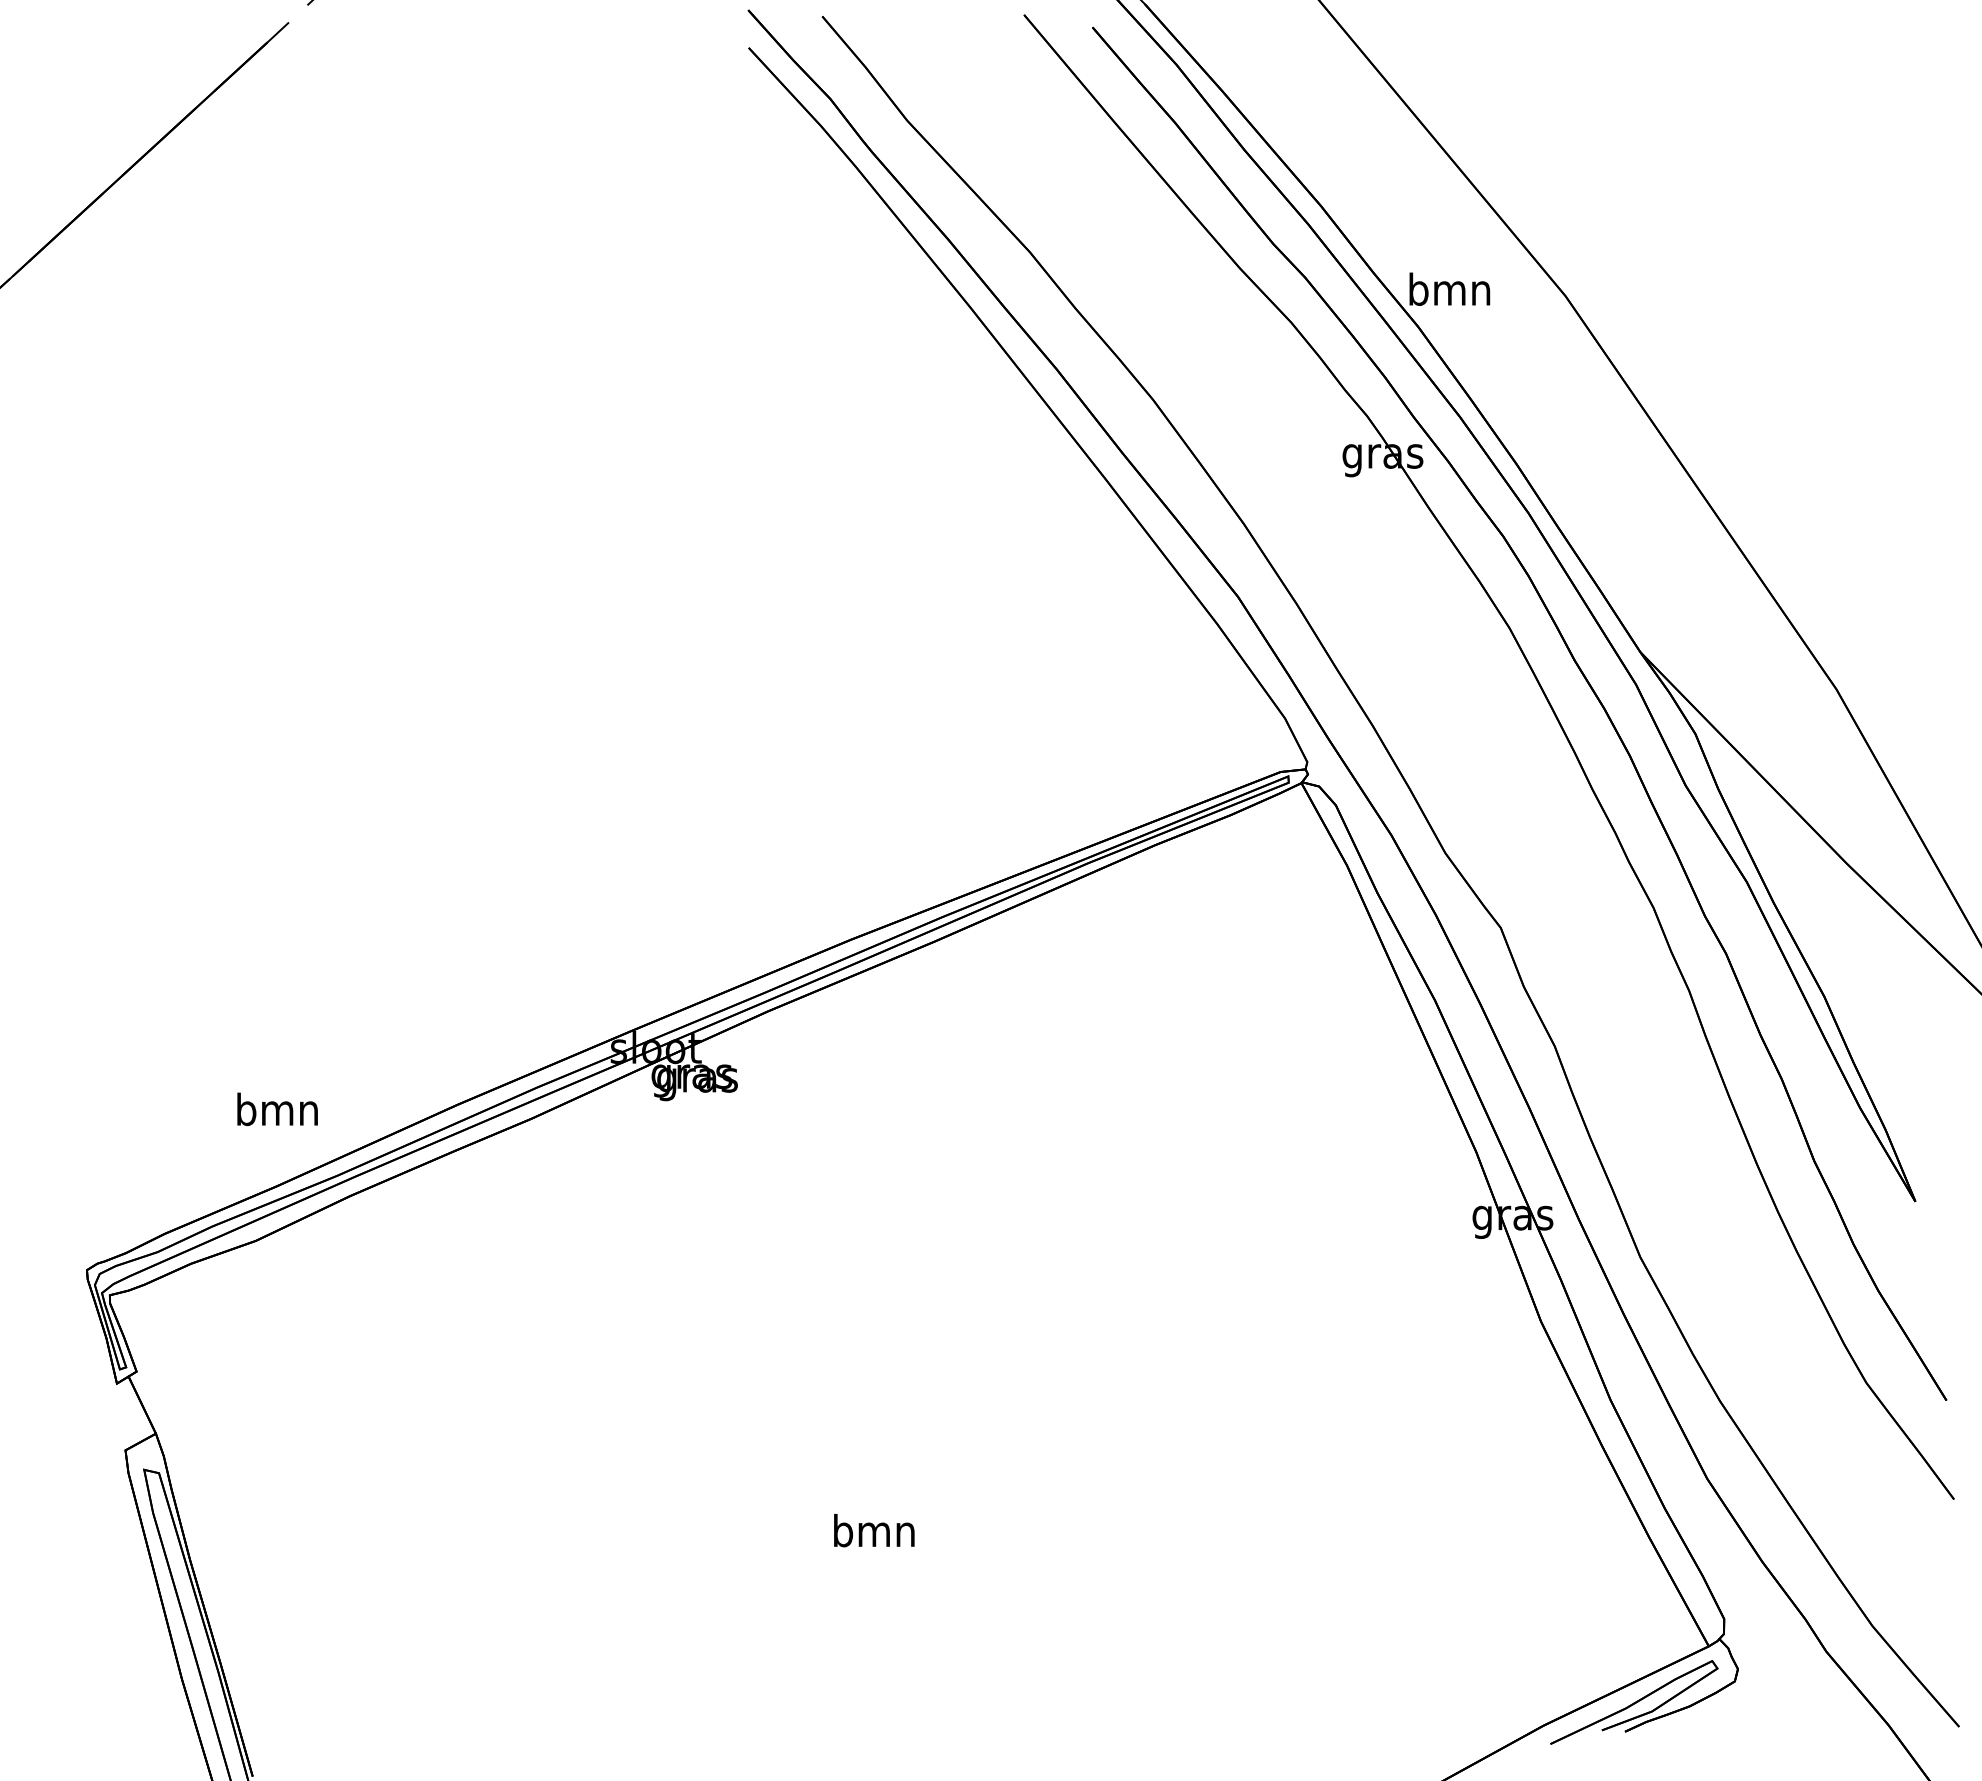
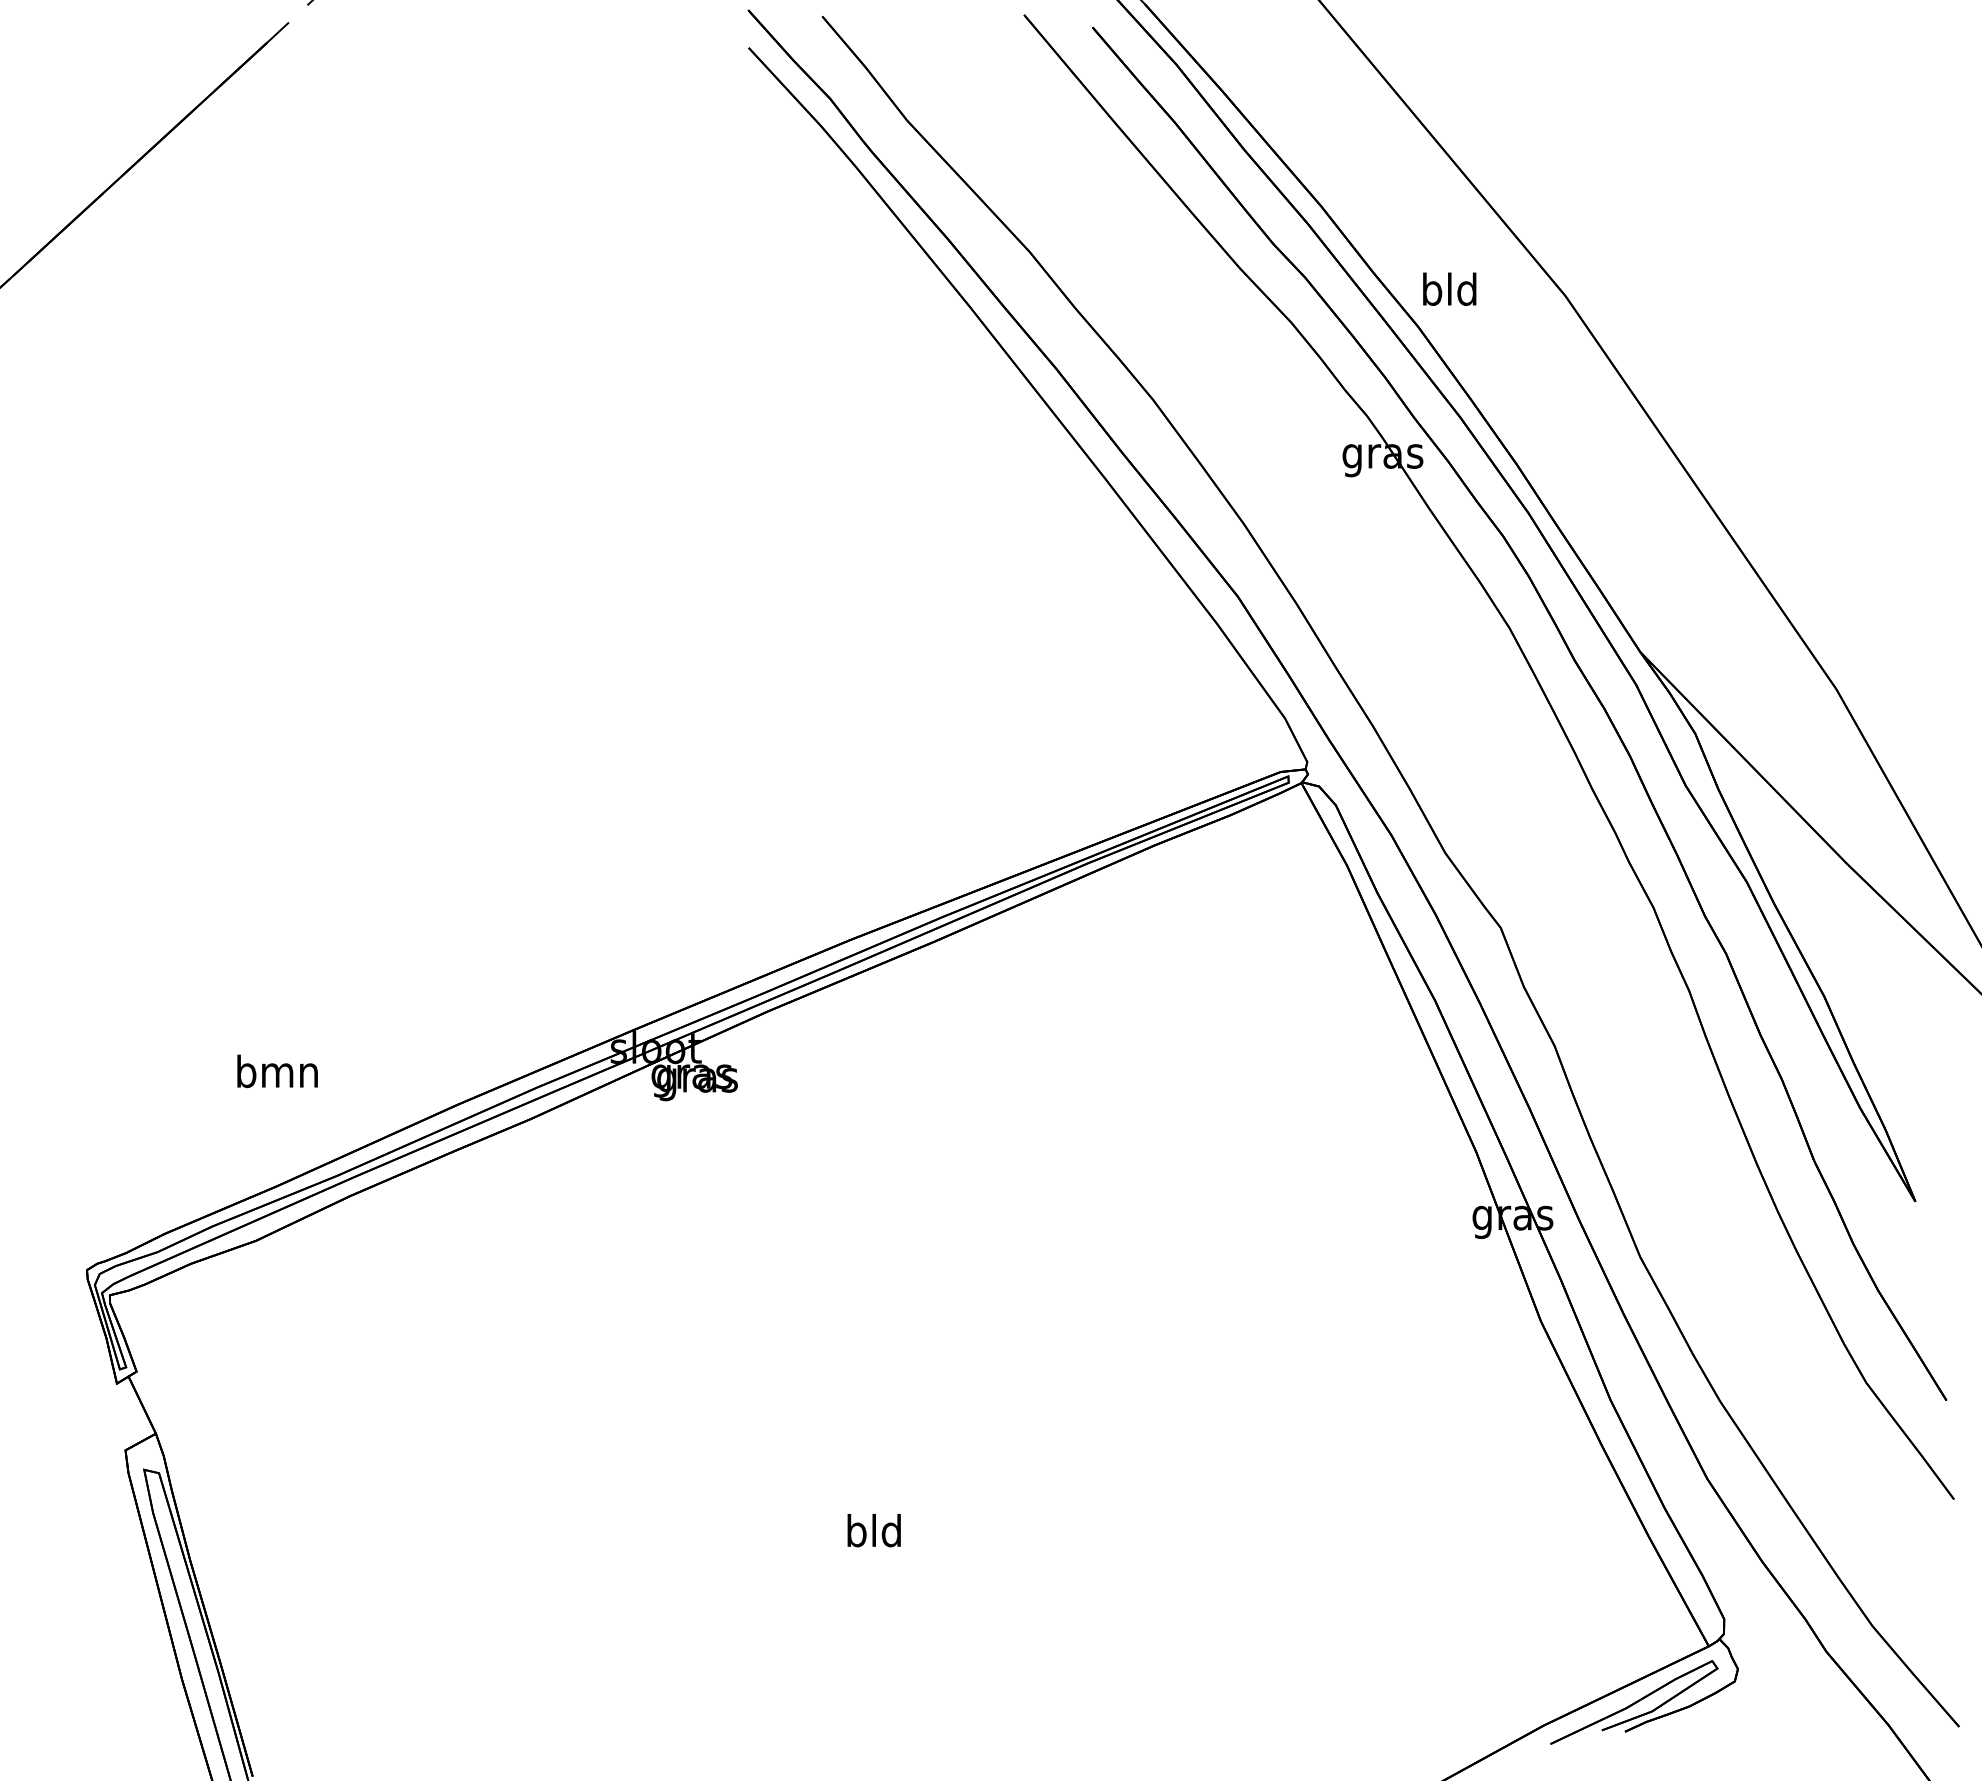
text at (1449, 288): bmn -> bld
text at (277, 1109) position: (277, 1109) -> (277, 1071)
text at (874, 1530): bmn -> bld
